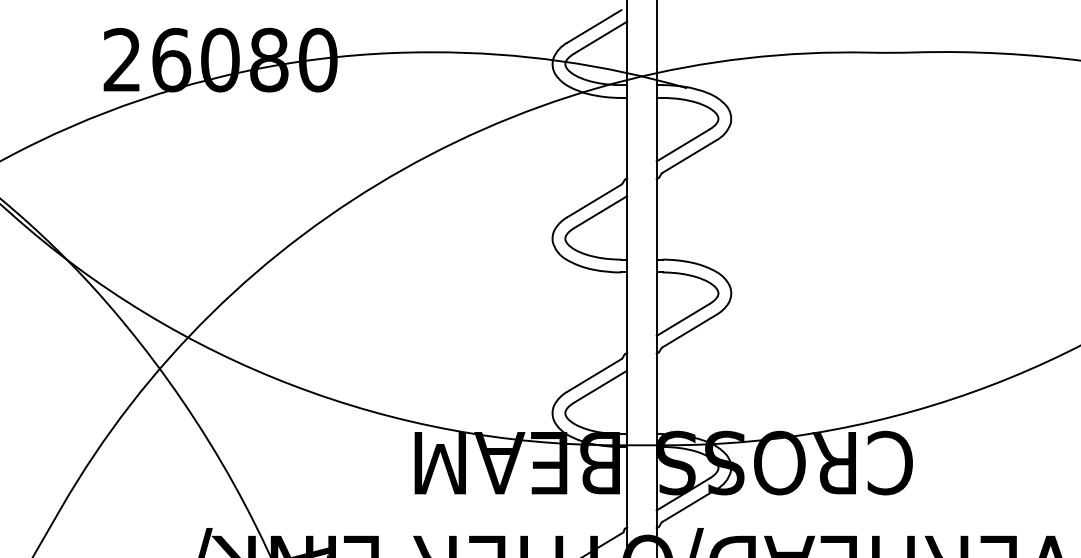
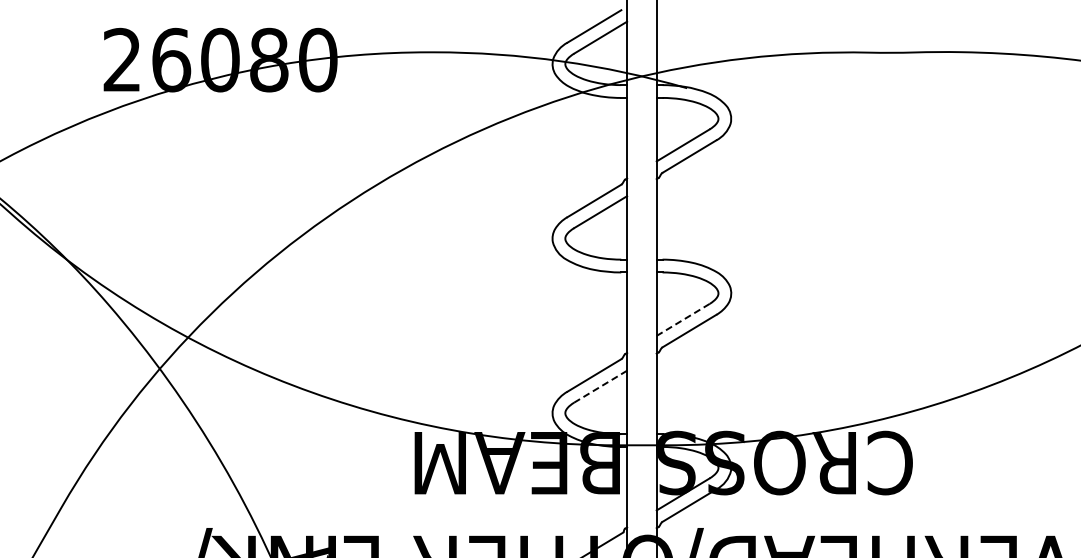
line at (683, 319): solid -> dashed
line at (600, 386): solid -> dashed
